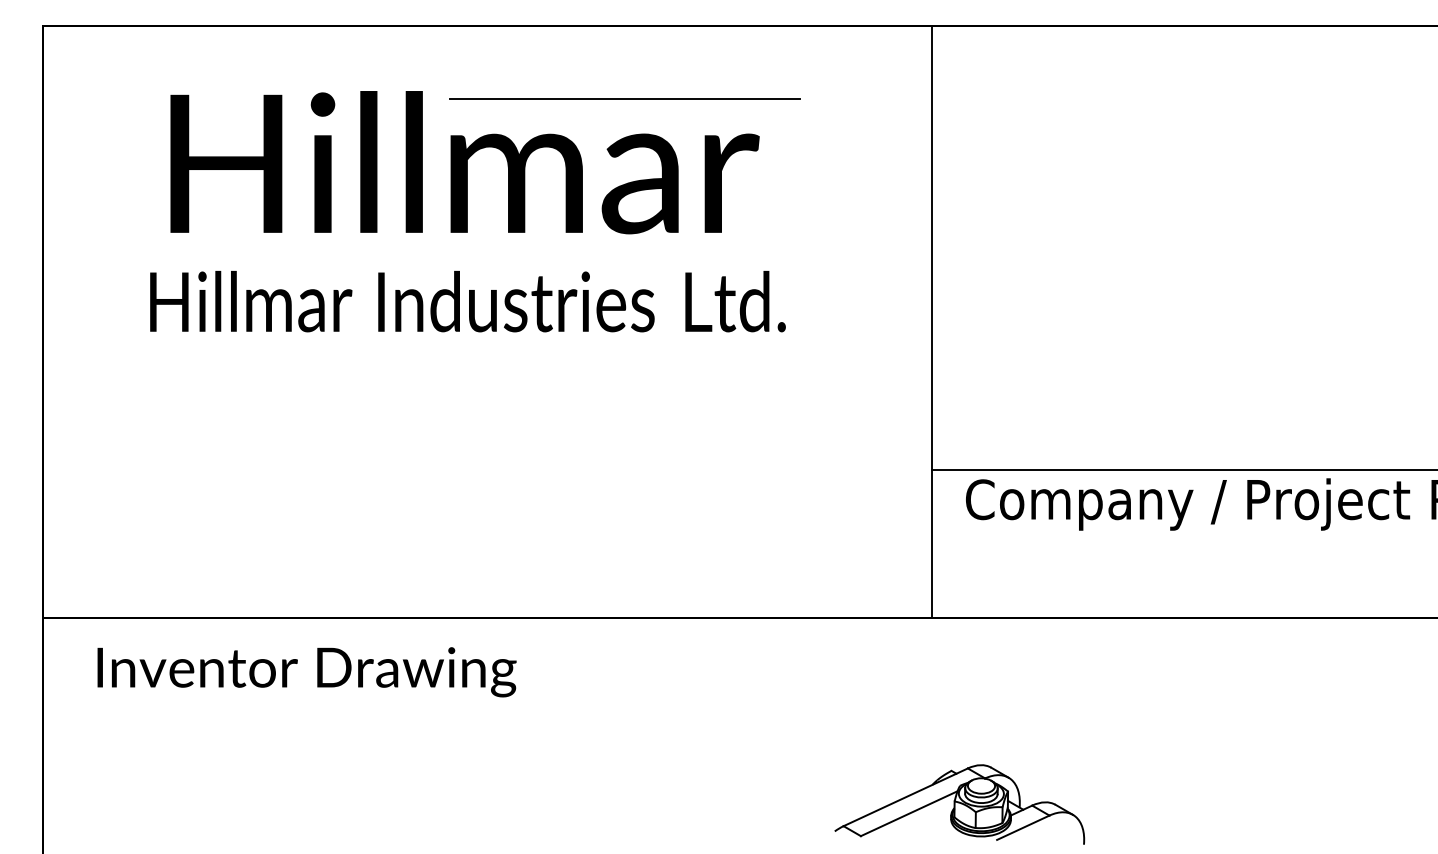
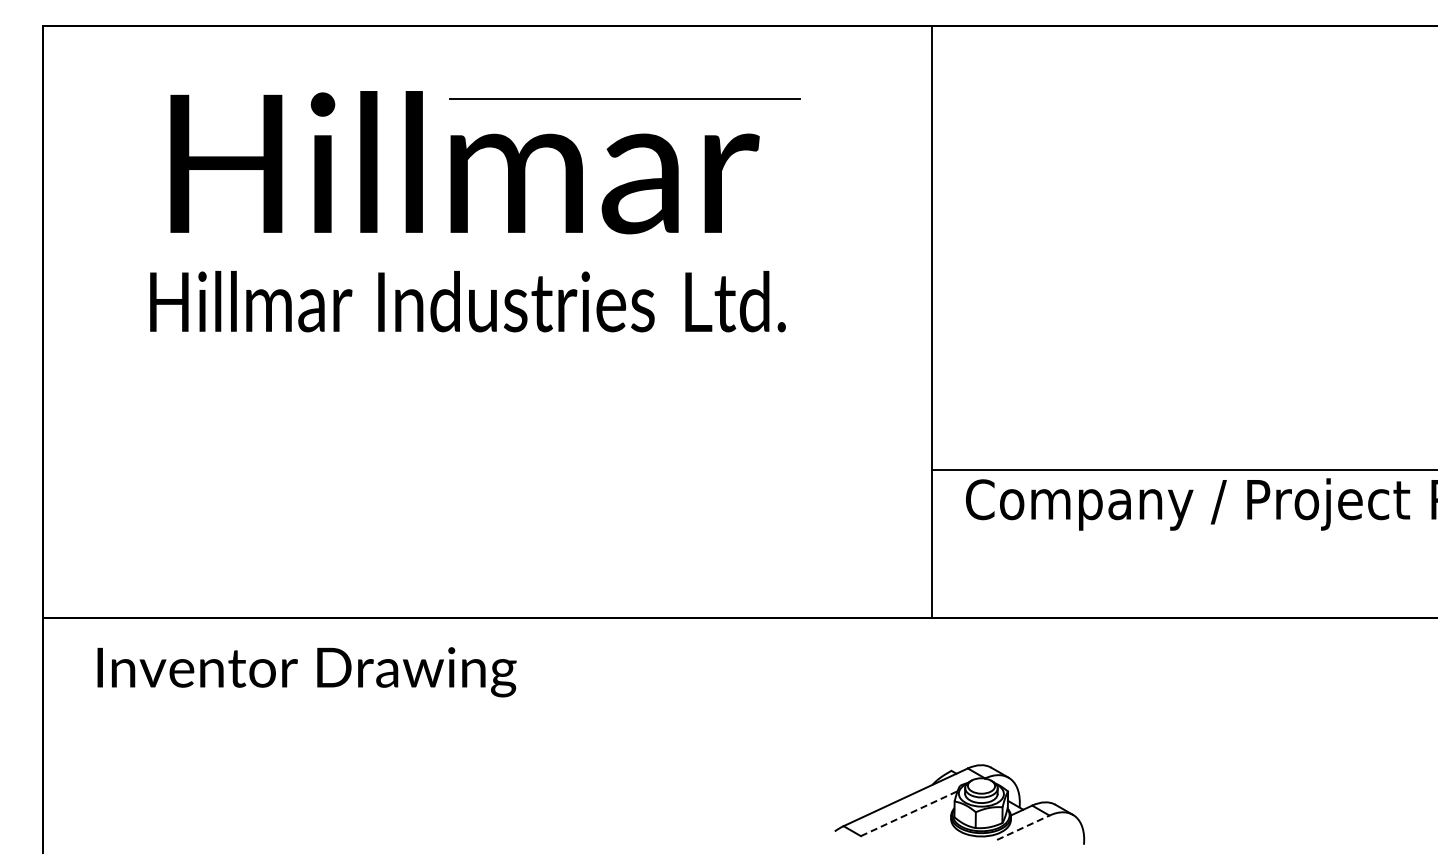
line at (909, 813): solid -> dashed
line at (1023, 827): solid -> dashed
